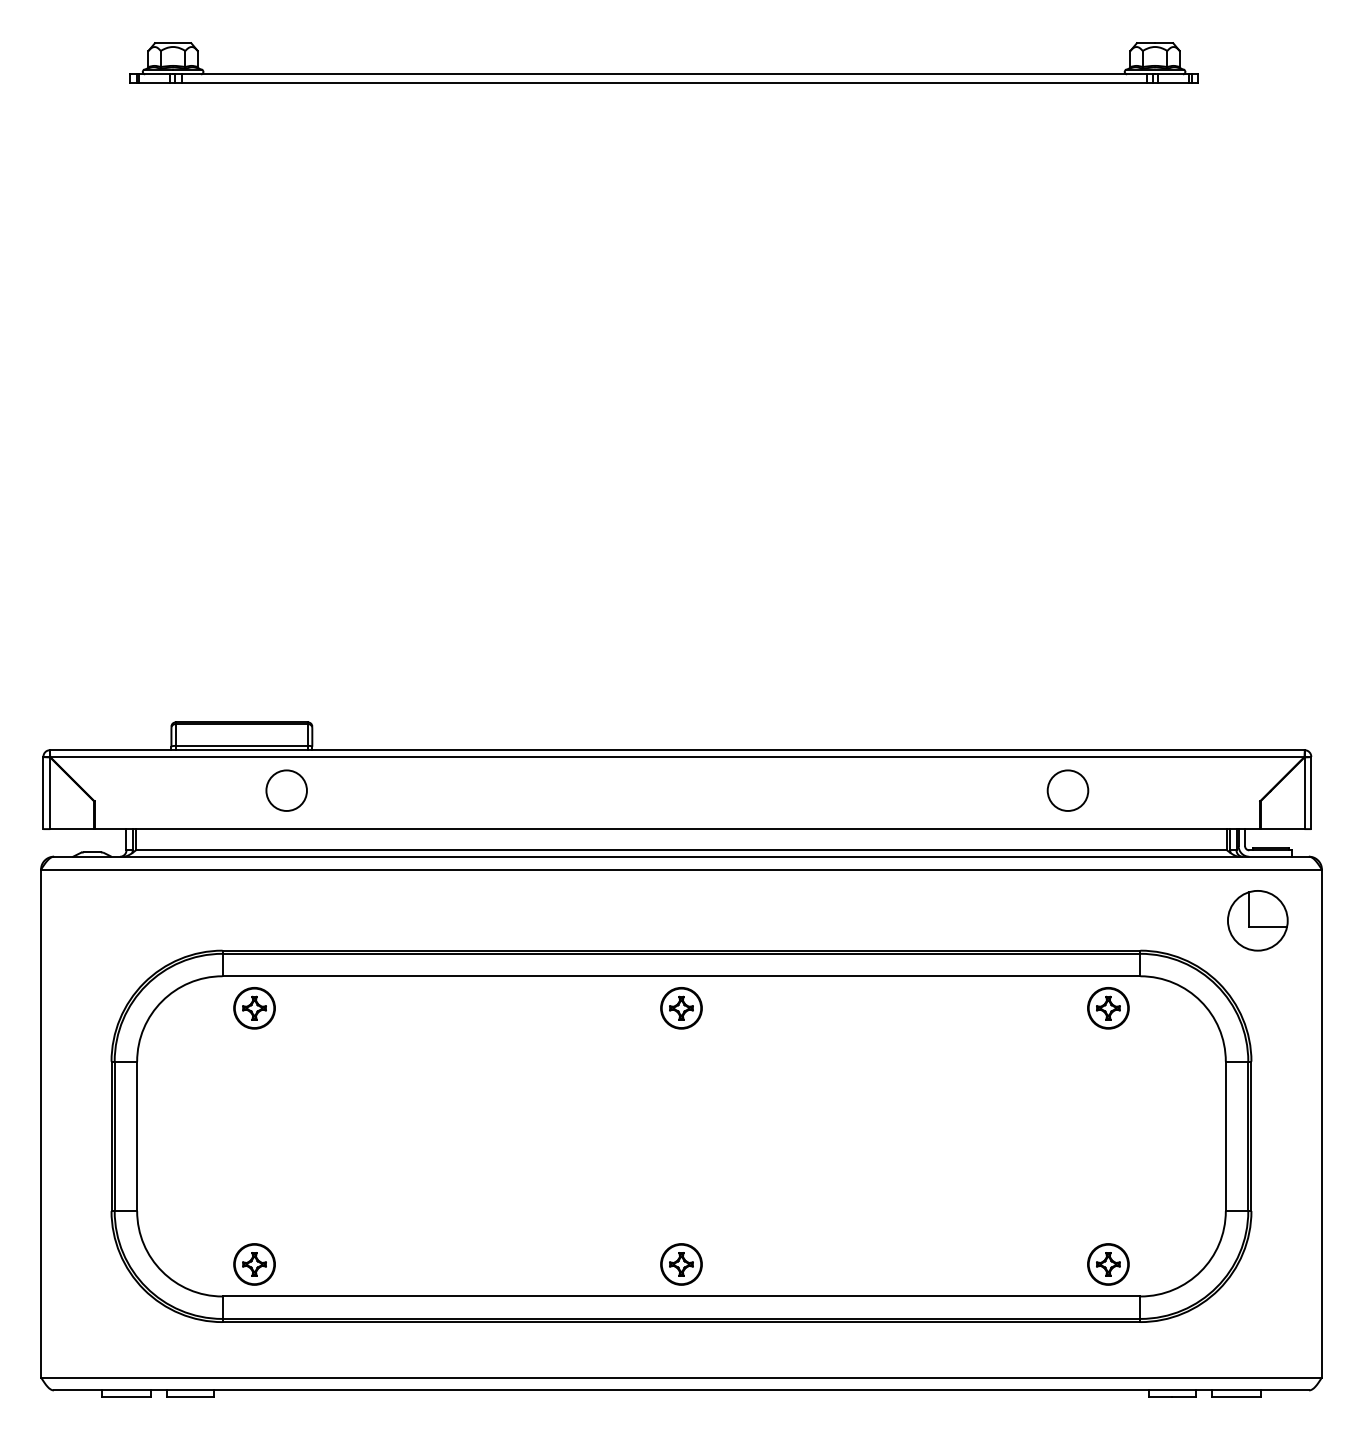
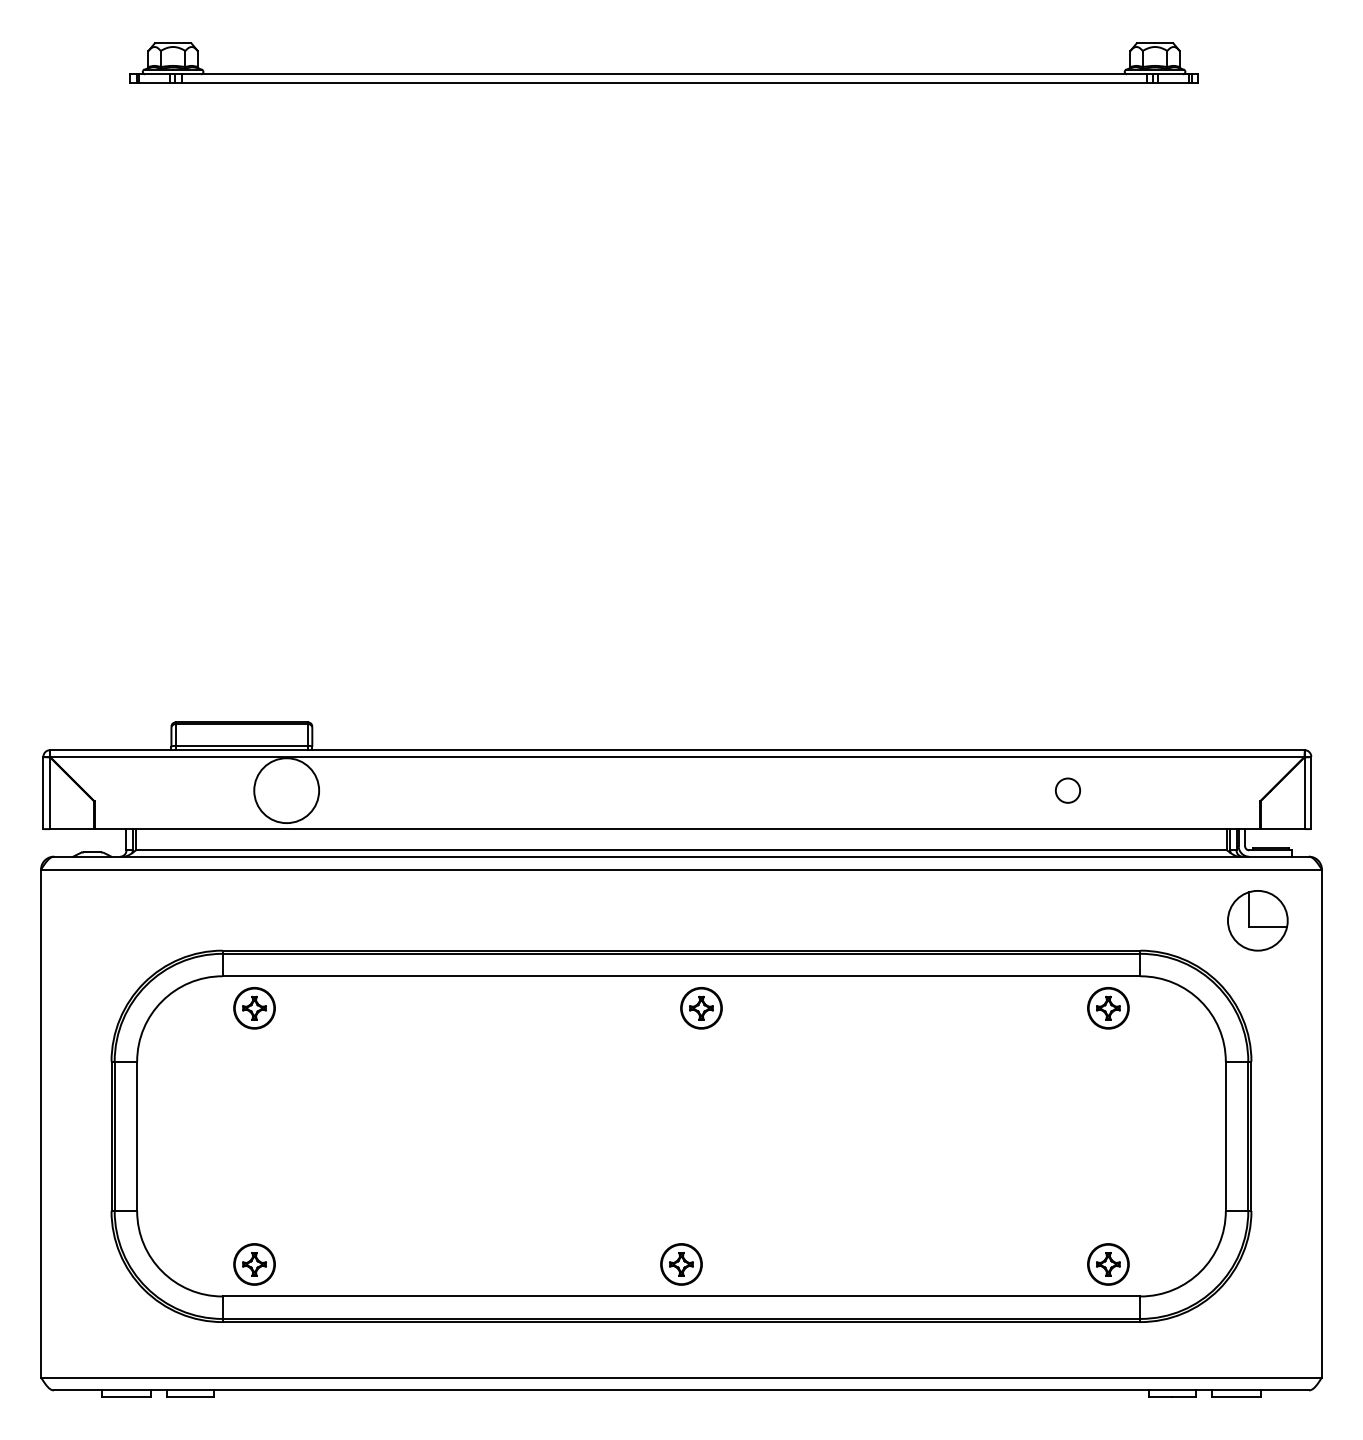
circle at (286, 790) diameter: 41 px -> 65 px
circle at (1067, 790) diameter: 41 px -> 24 px
part at (681, 1008) position: (681, 1008) -> (701, 1008)
